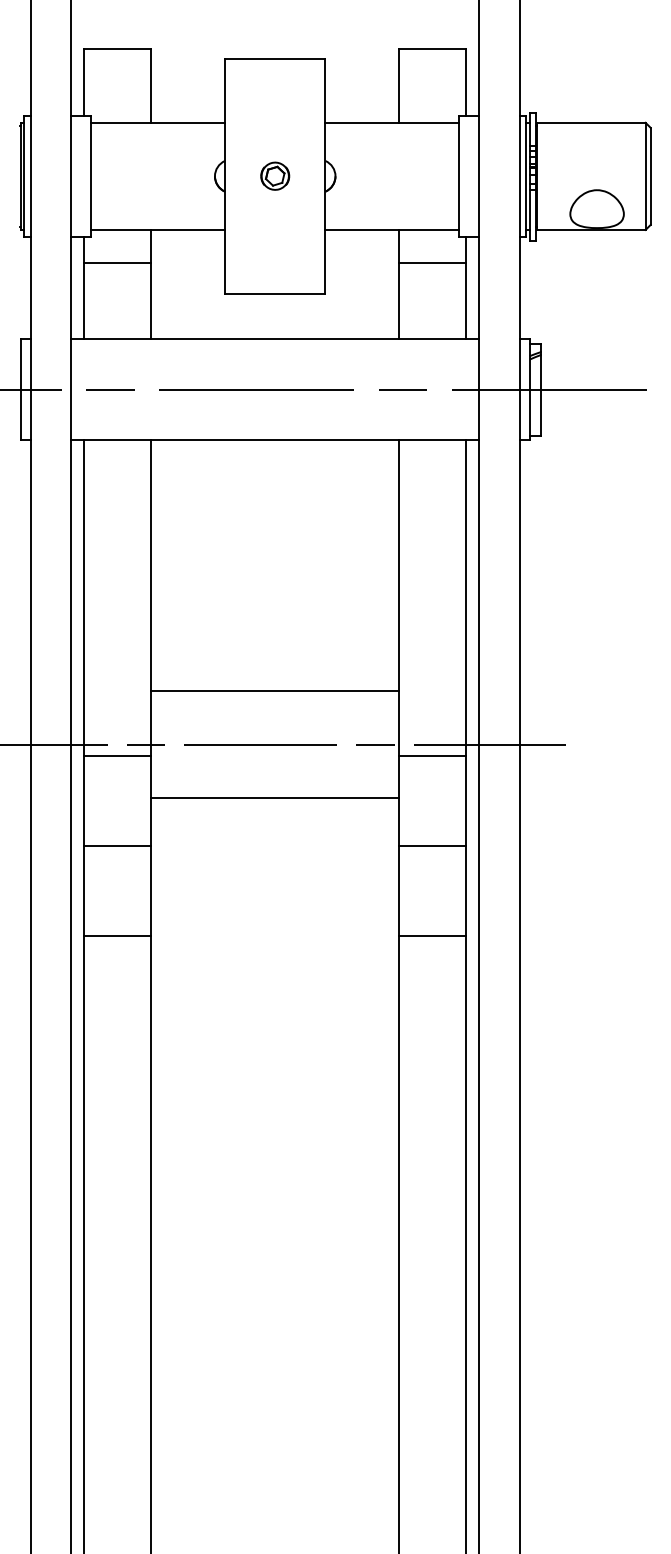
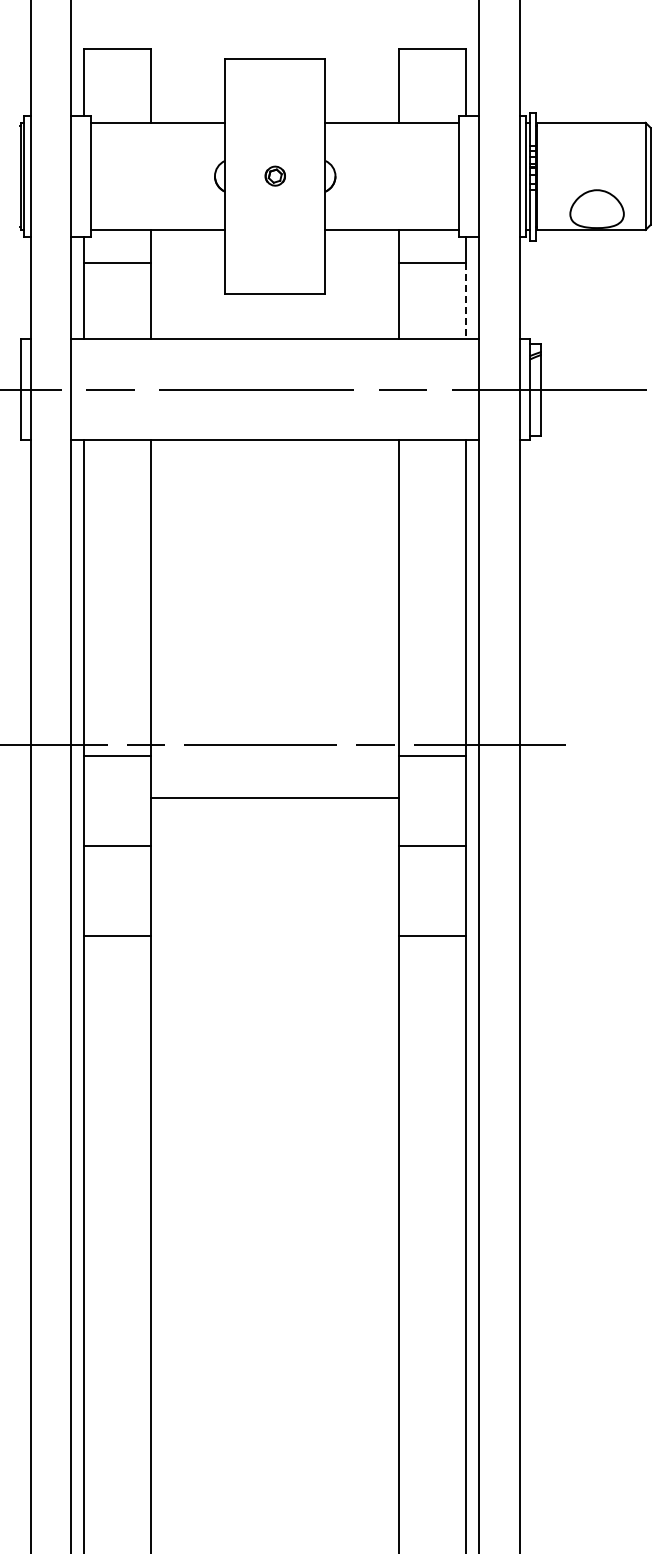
part at (275, 175) size: 31x30 px -> 22x22 px
line at (466, 301): solid -> dashed
line at (275, 691): present -> none
